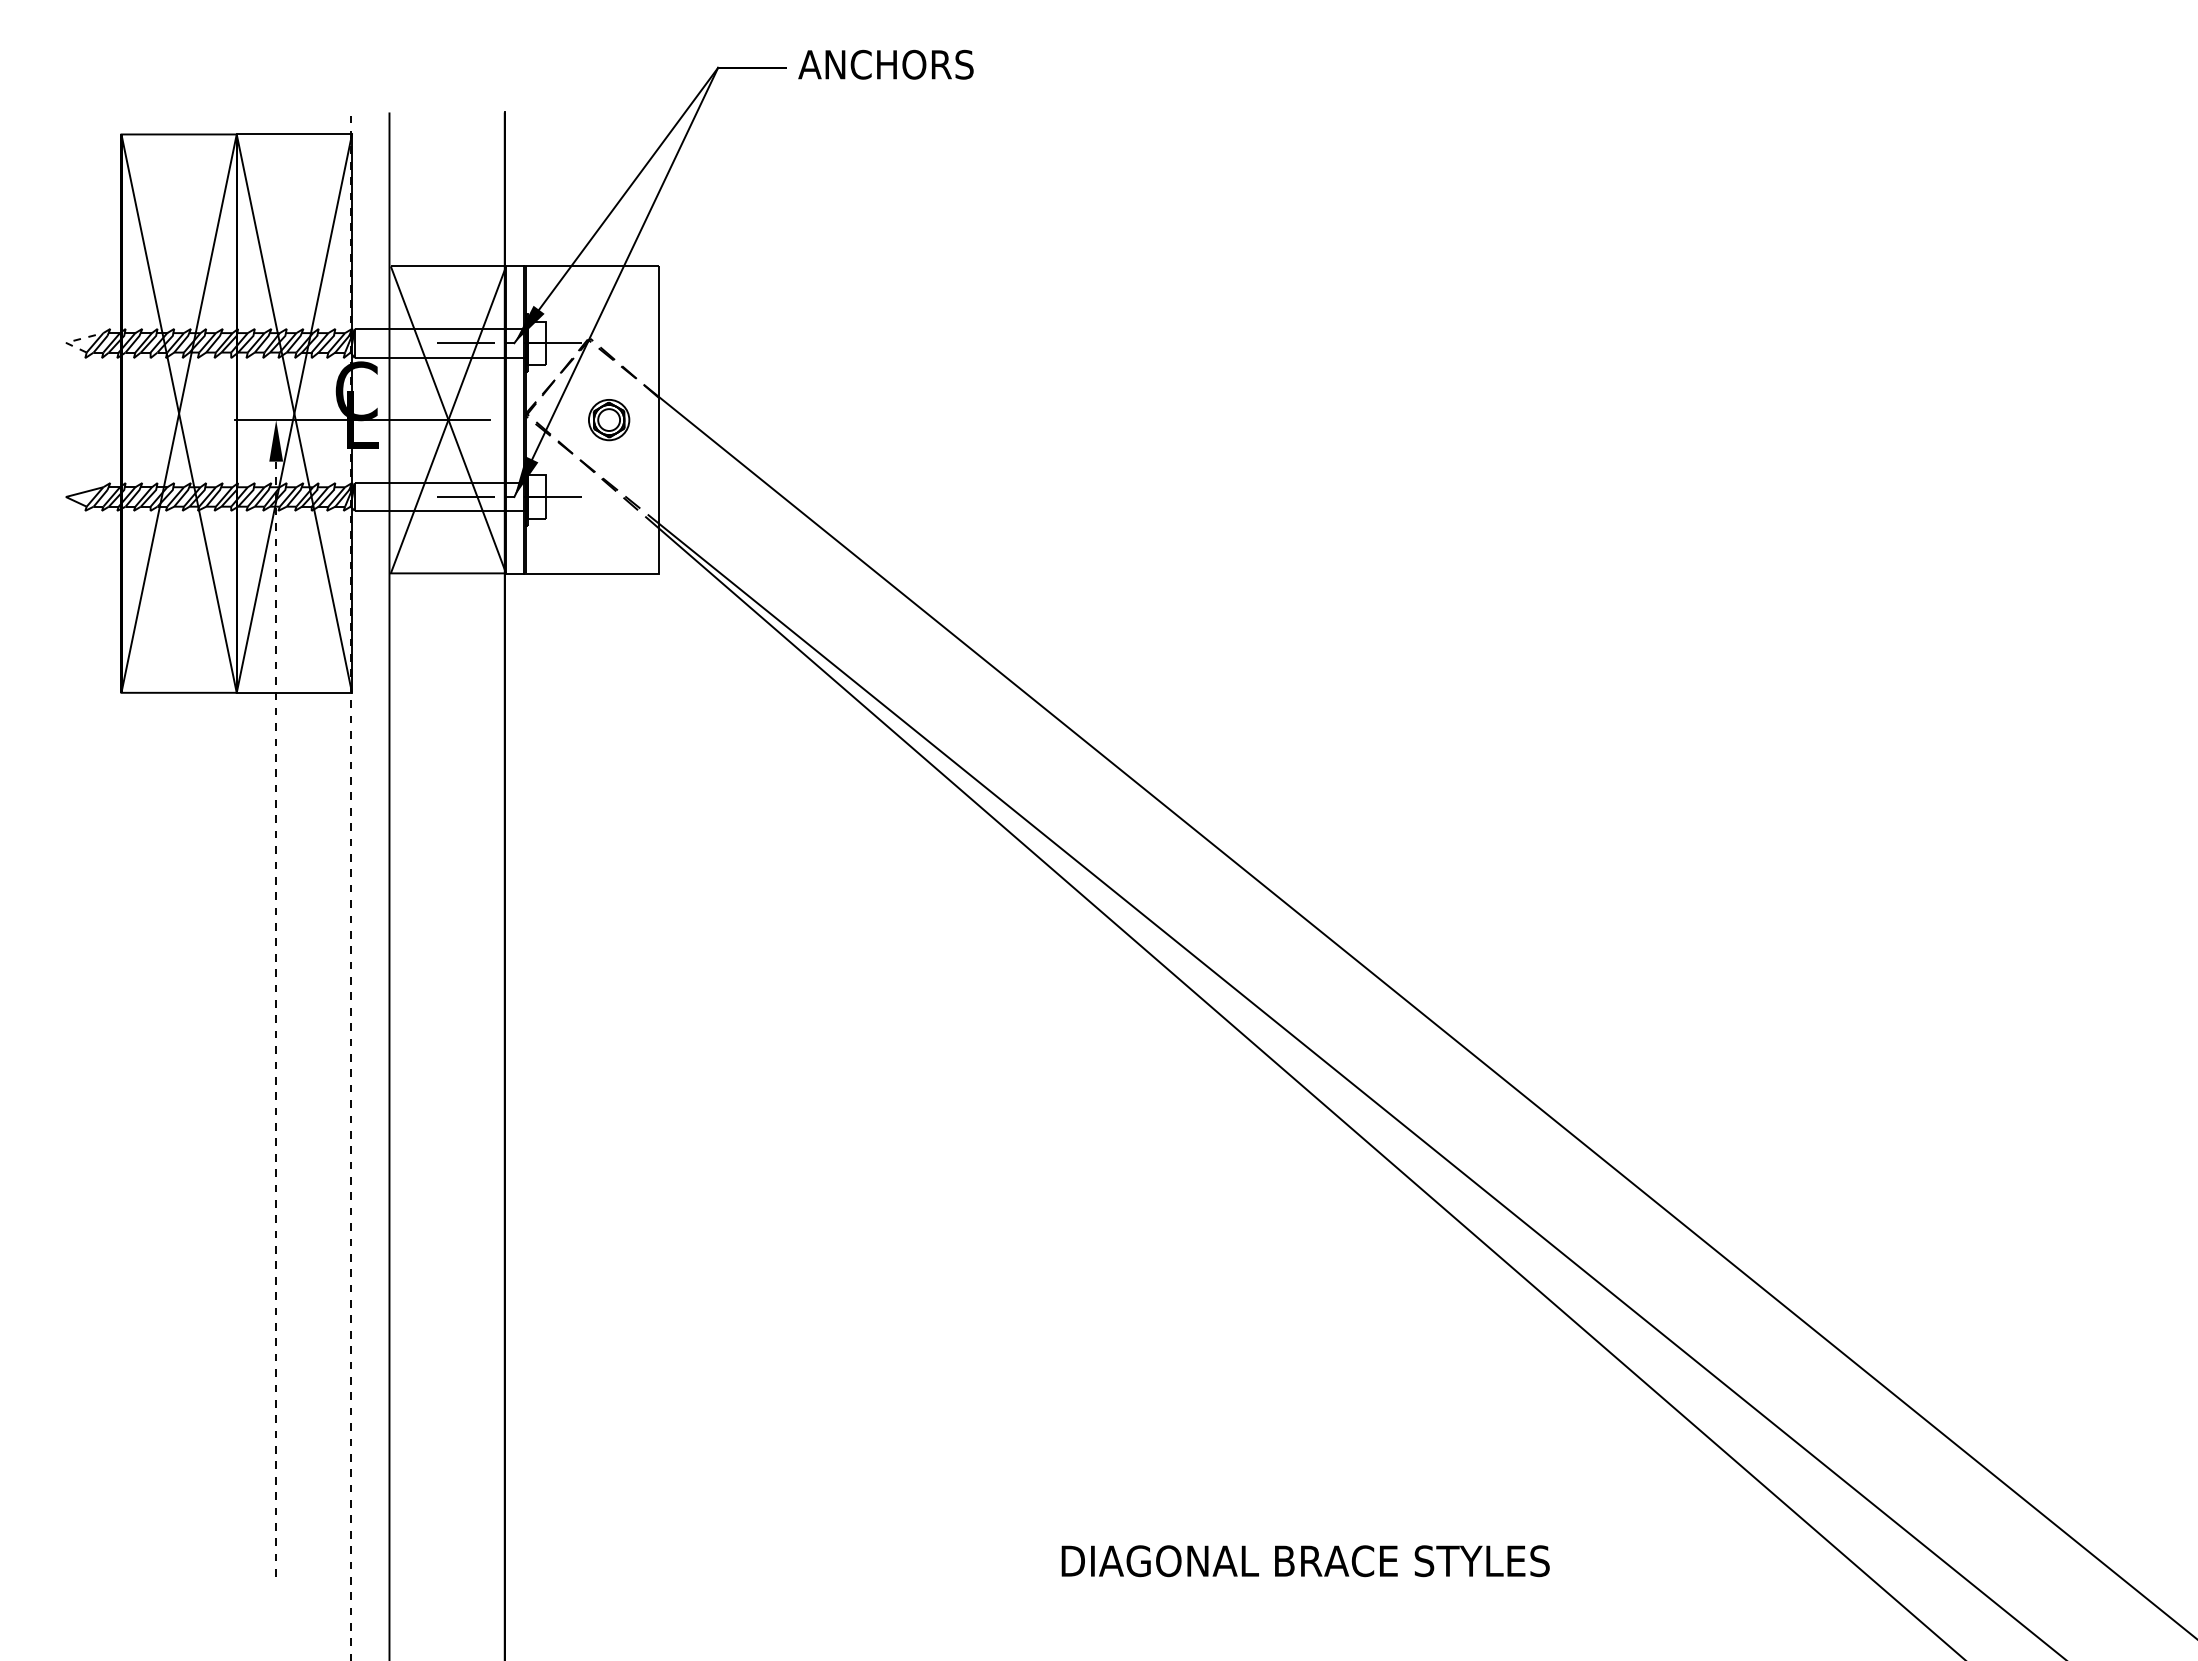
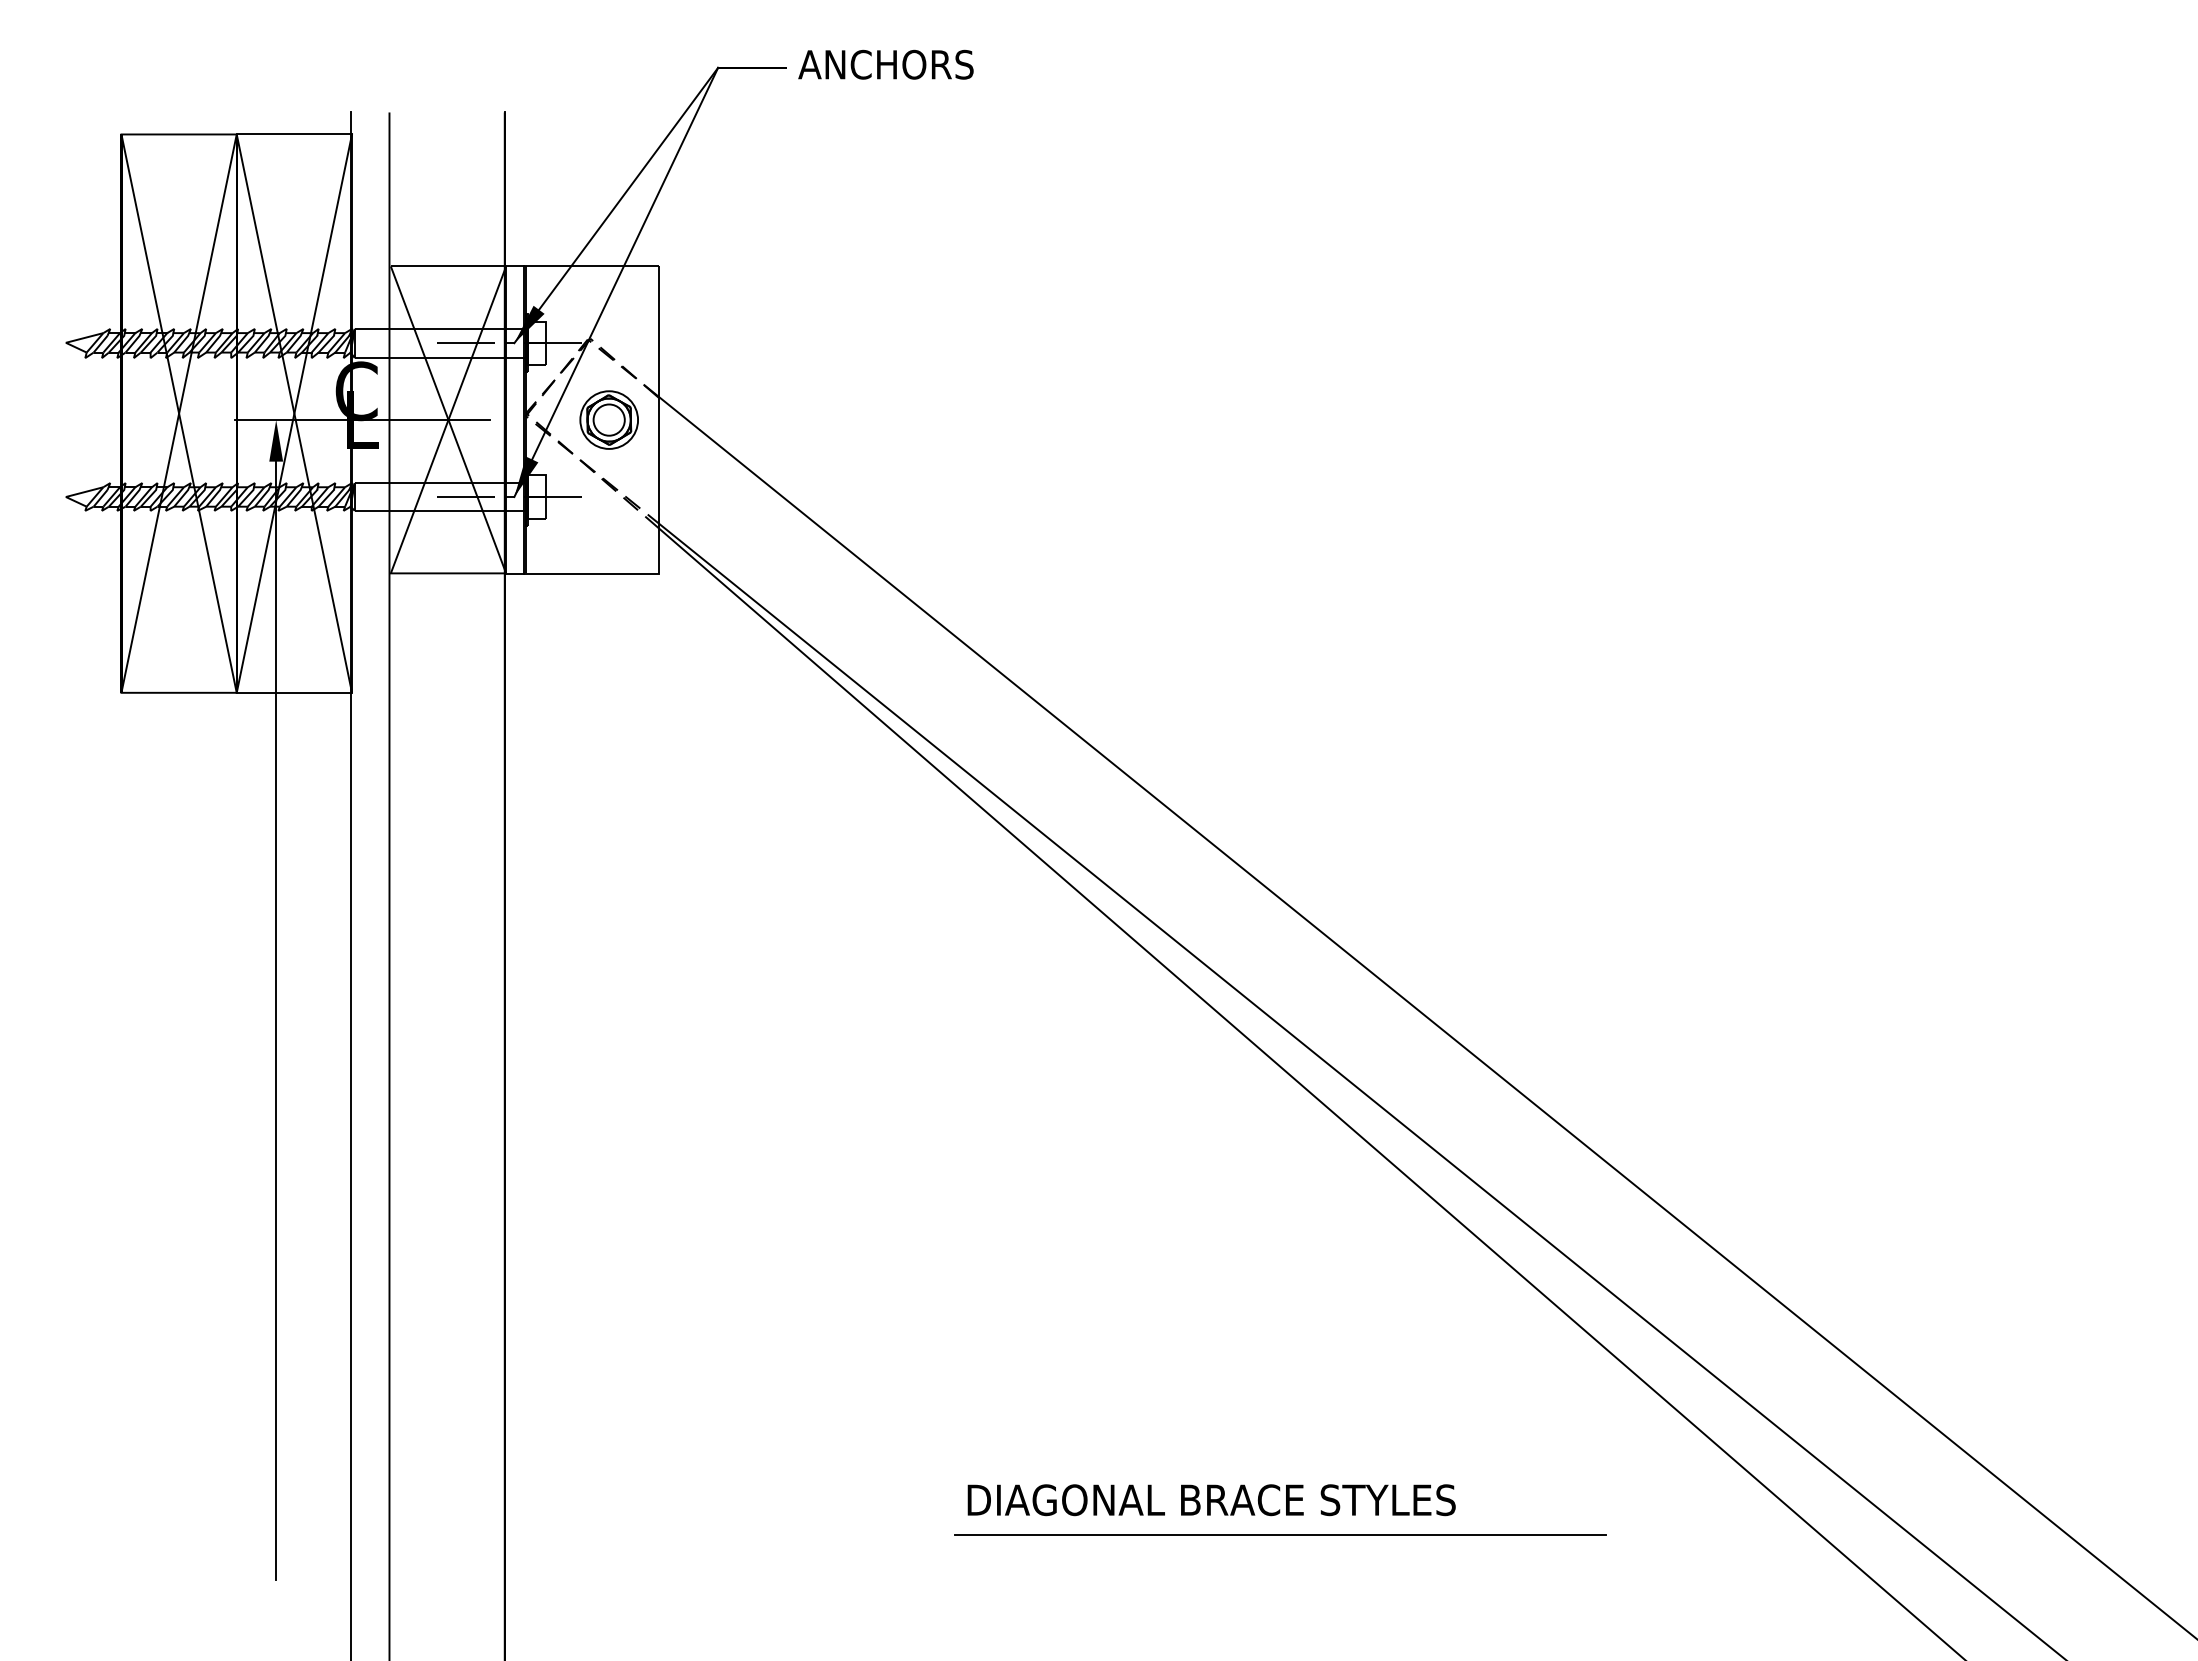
line at (73, 340): dashed -> solid
part at (609, 420) size: 43x43 px -> 60x60 px
line at (350, 886): dashed -> solid
line at (276, 1021): dashed -> solid
line at (1279, 1535): none -> present
text at (1305, 1561) position: (1305, 1561) -> (1211, 1500)
